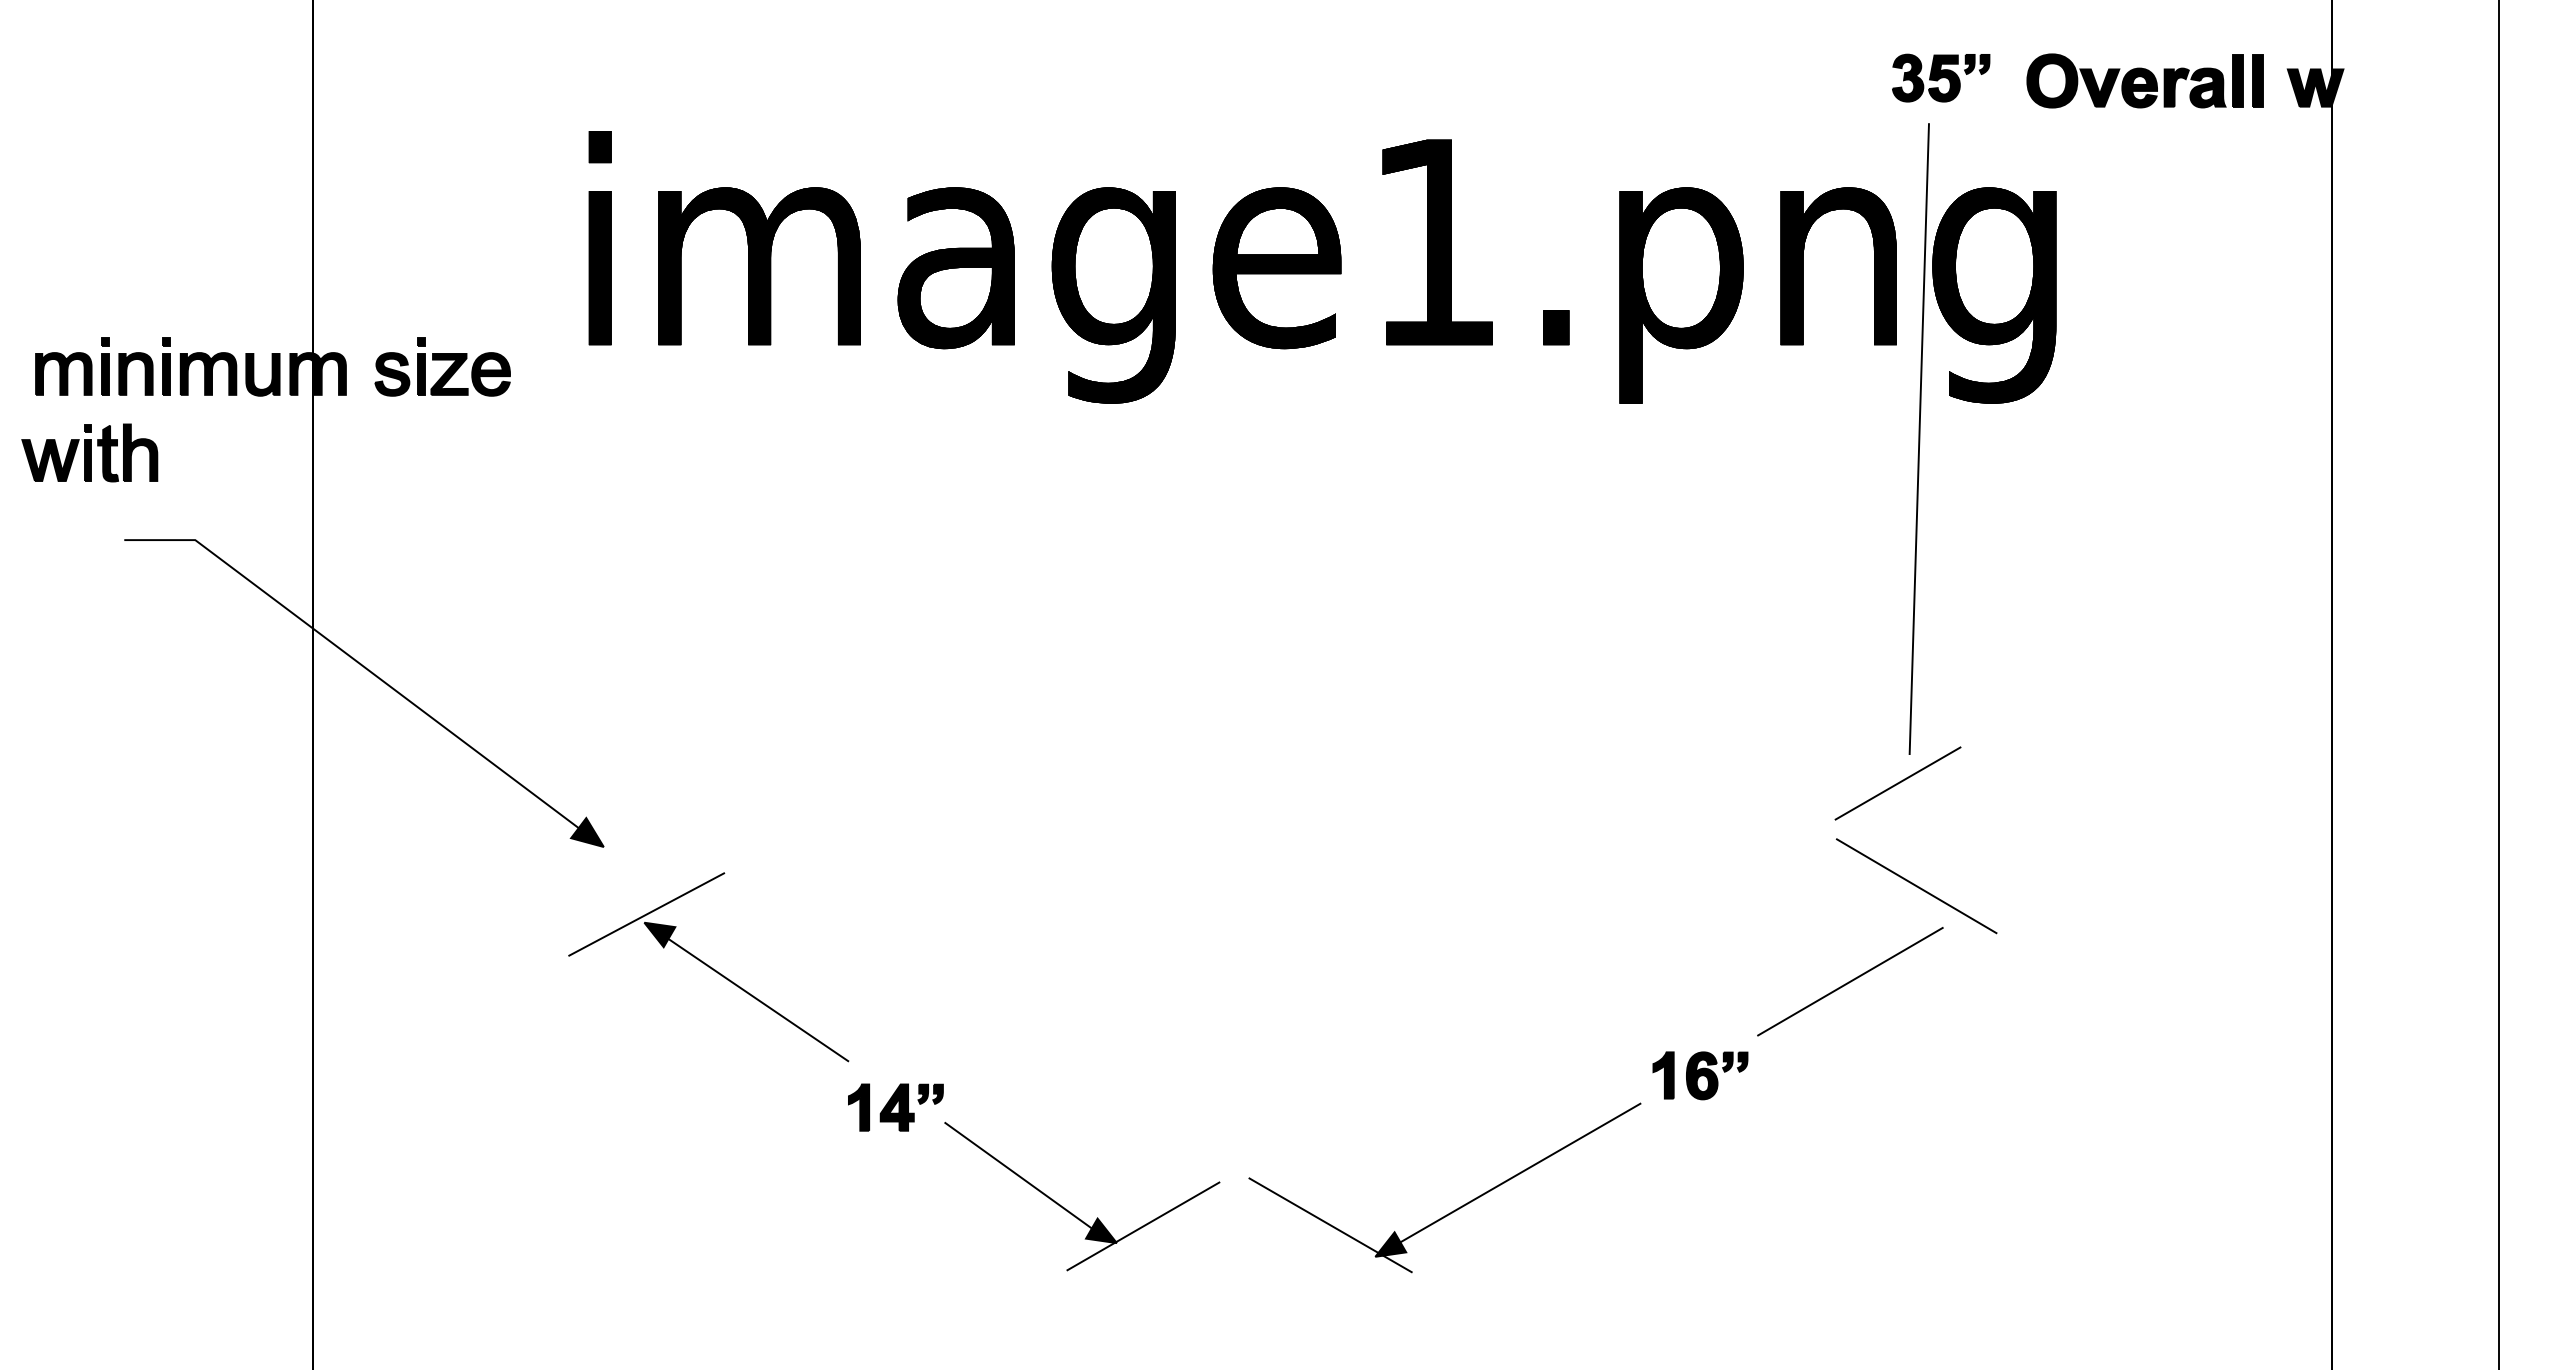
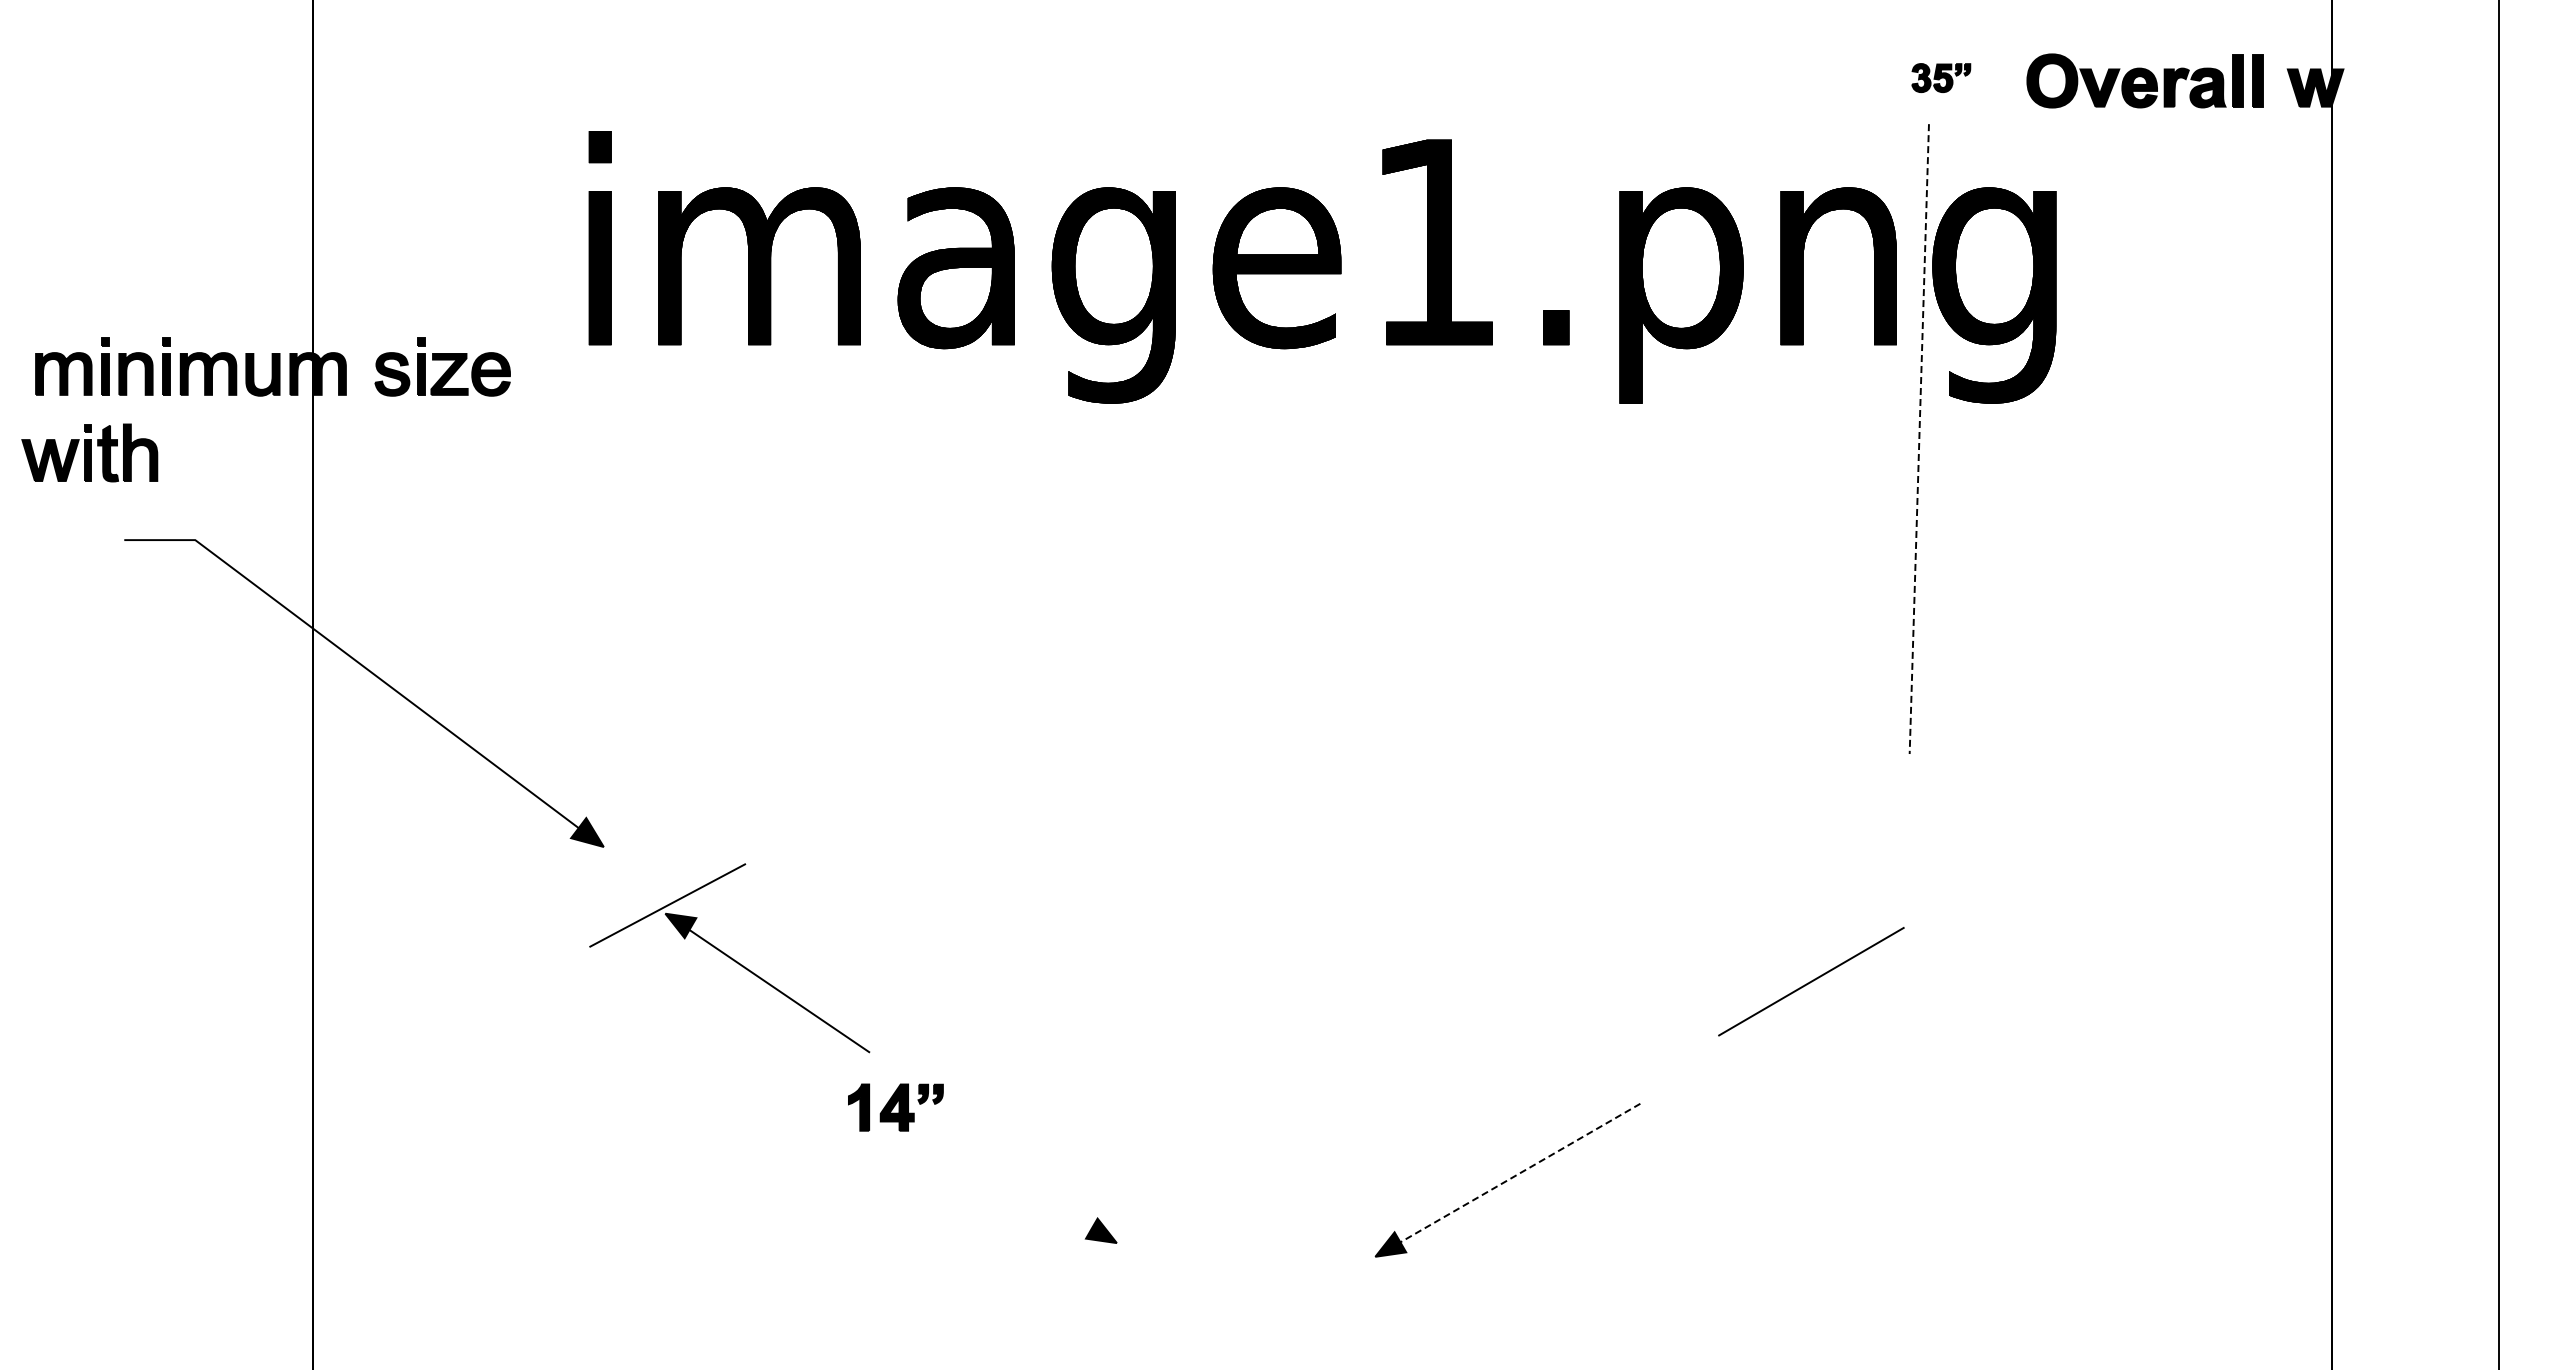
part at (1941, 77) size: 99x50 px -> 61x30 px
line at (1919, 439): solid -> dashed
line at (1897, 783): present -> none
line at (1916, 886): present -> none
part at (708, 967) position: (708, 967) -> (729, 958)
line at (1850, 981) position: (1850, 981) -> (1811, 981)
part at (1700, 1075): present -> none
line at (1519, 1173): solid -> dashed
line at (1019, 1175): present -> none
line at (1330, 1225): present -> none
line at (1143, 1226): present -> none
